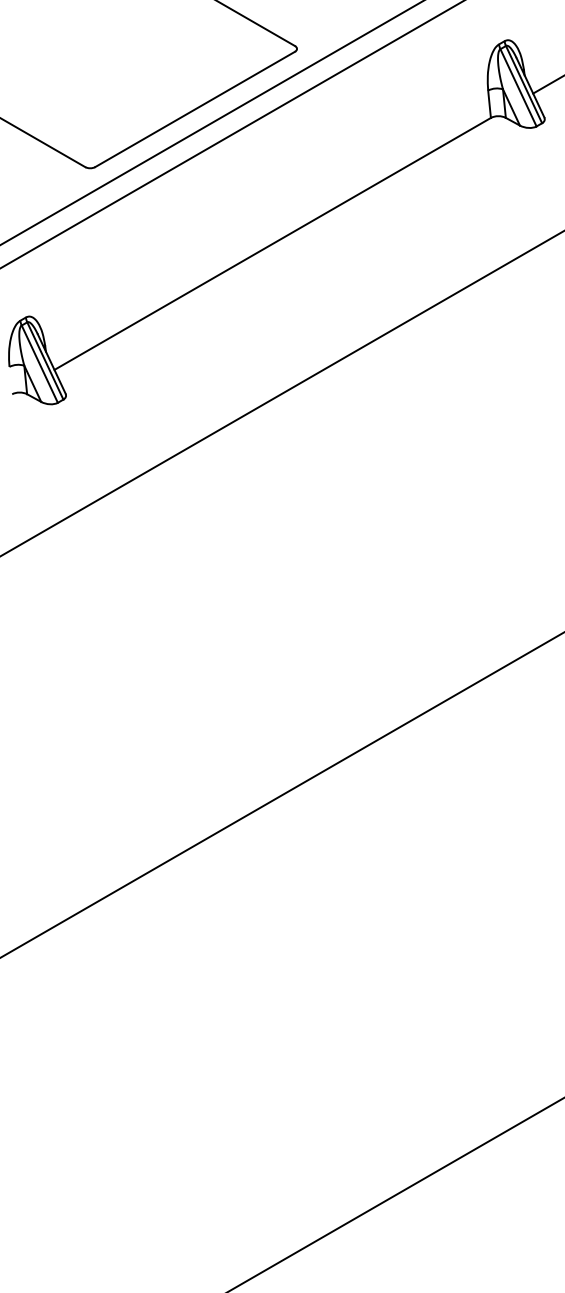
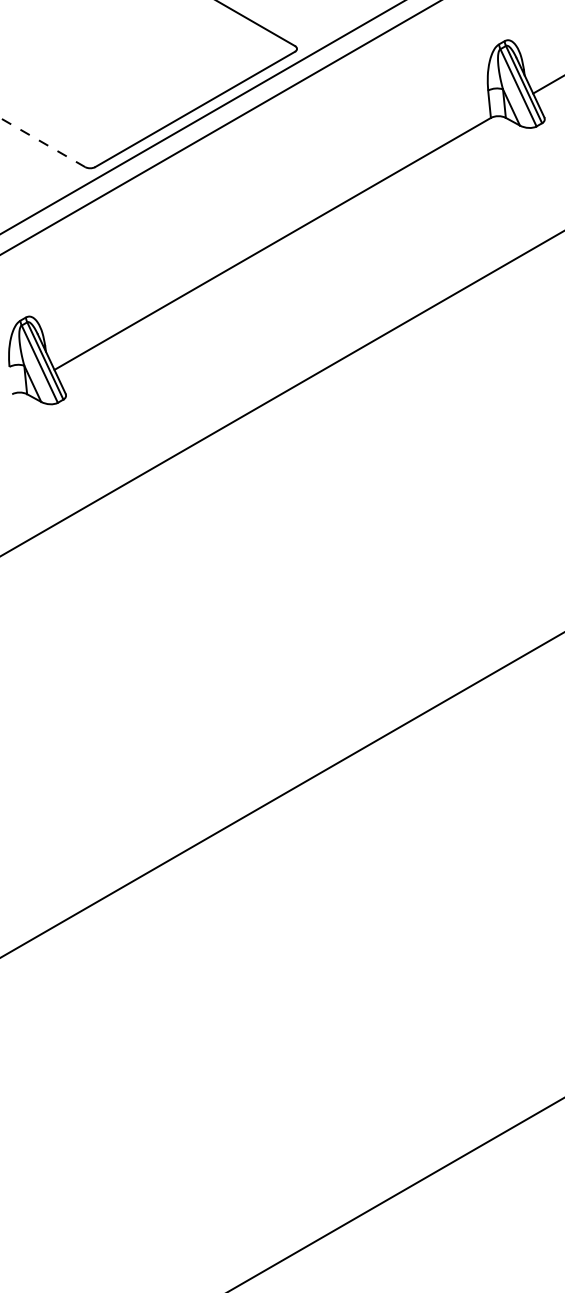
line at (211, 122) position: (211, 122) -> (202, 117)
line at (231, 134) position: (231, 134) -> (220, 127)
line at (43, 142): solid -> dashed
